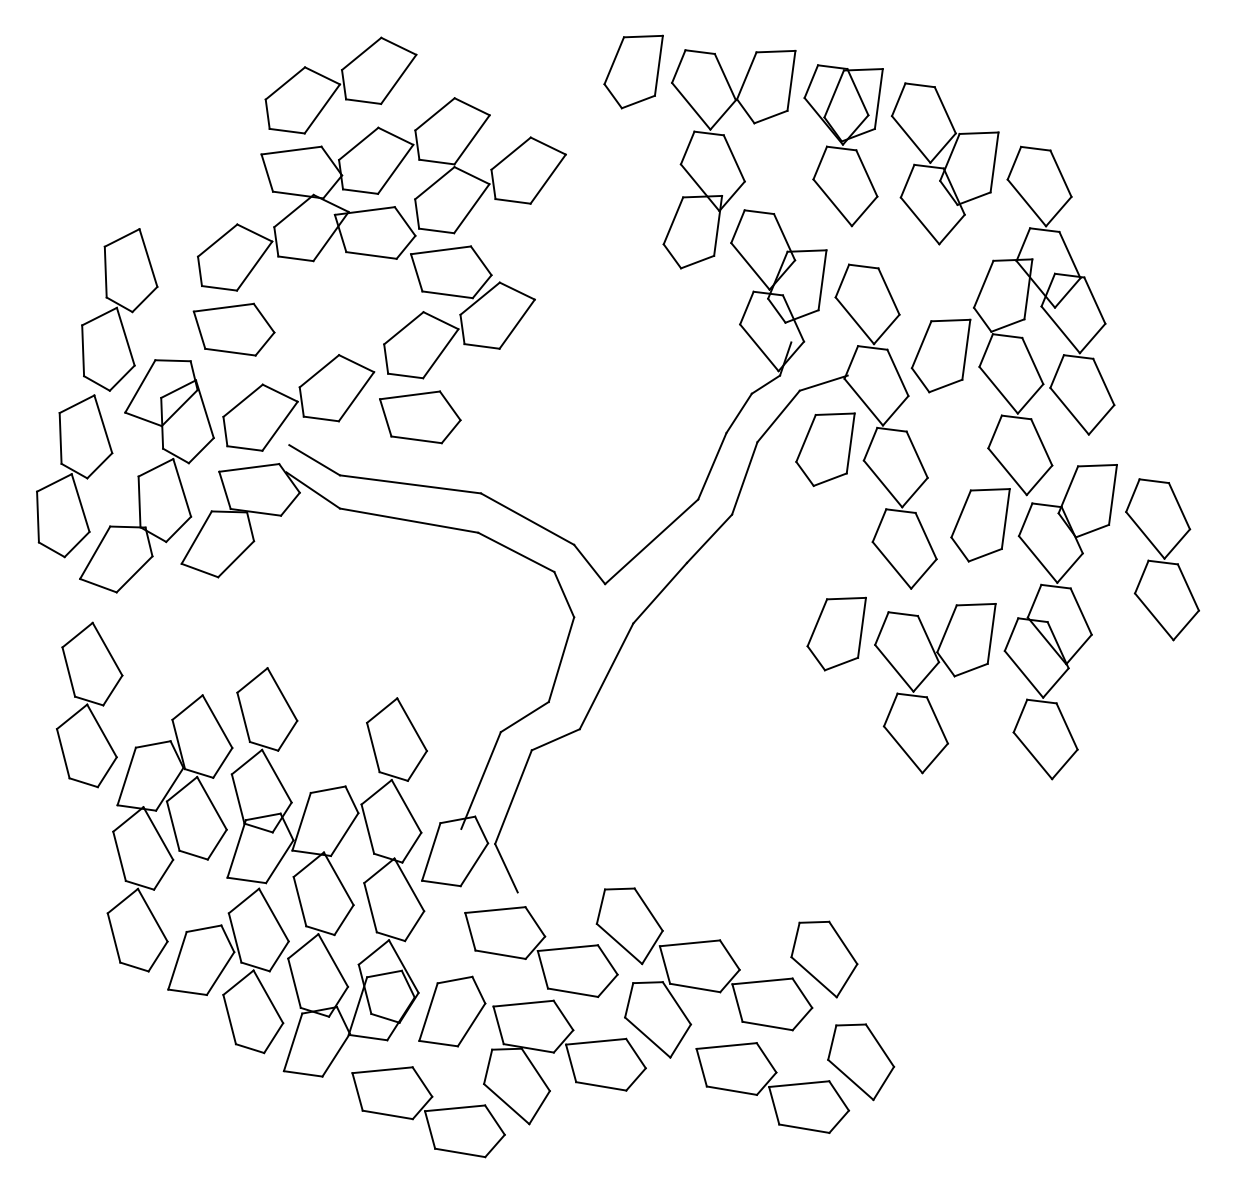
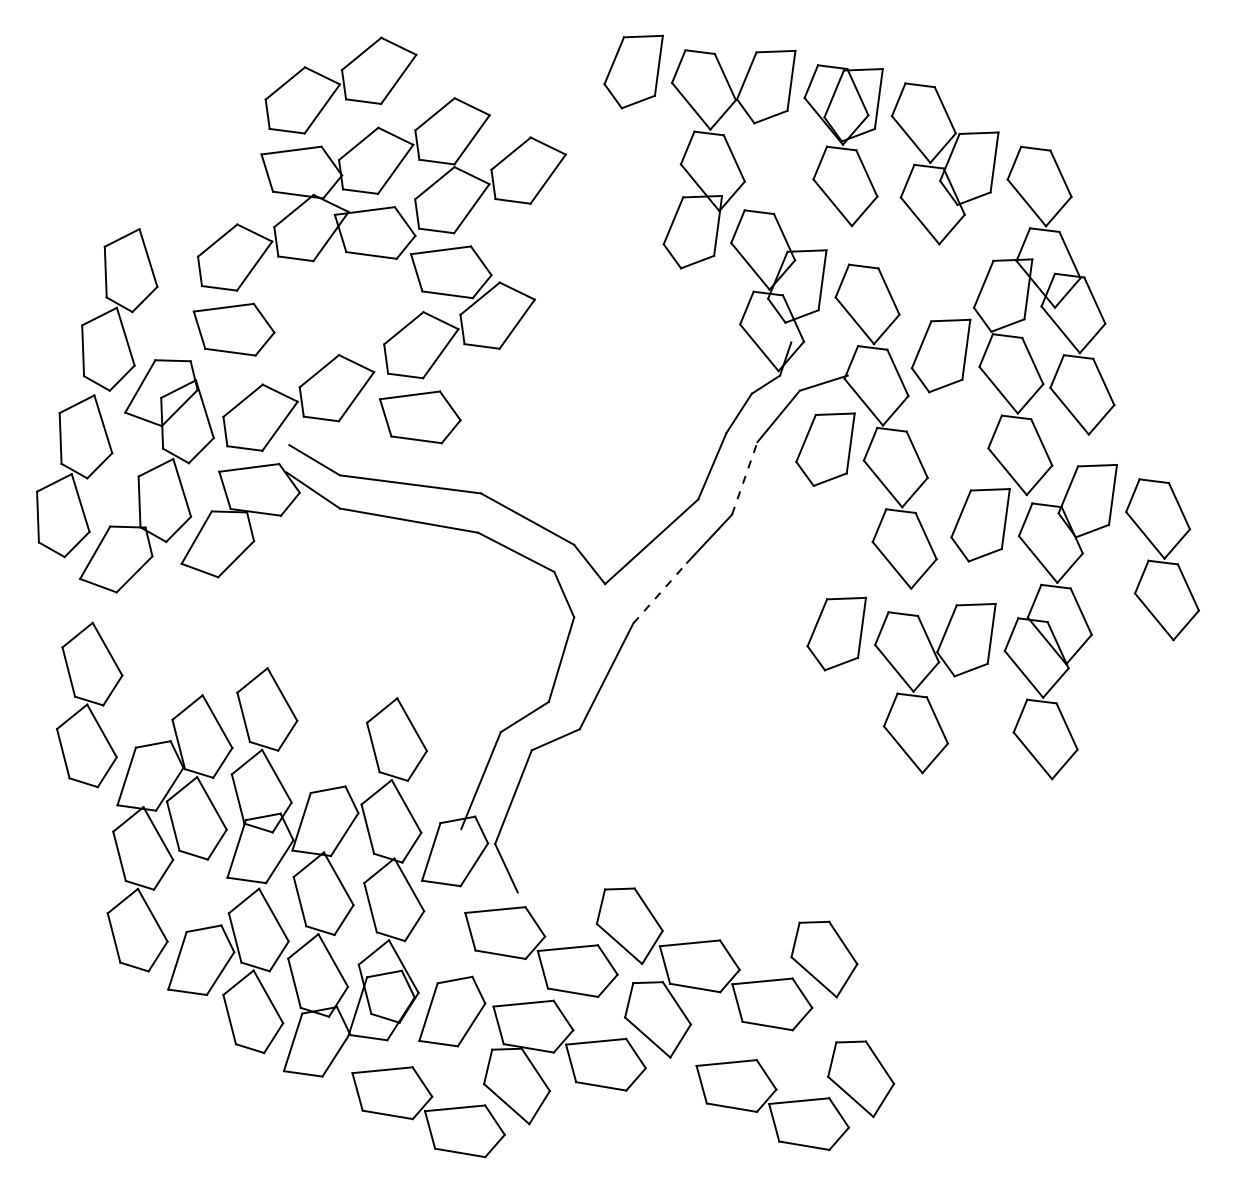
line at (744, 477): solid -> dashed
line at (660, 592): solid -> dashed
part at (795, 1078) position: (795, 1078) -> (795, 1095)
